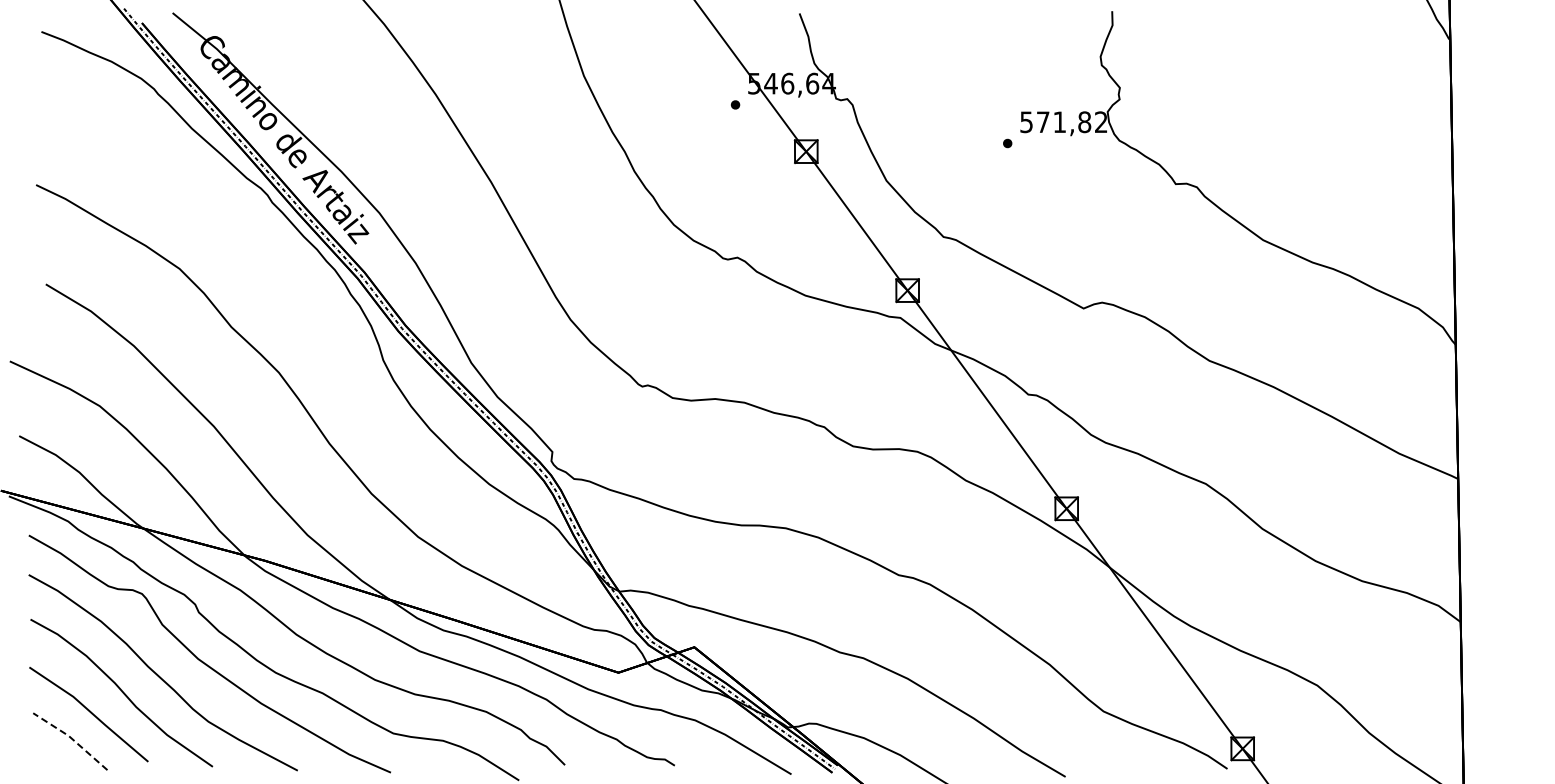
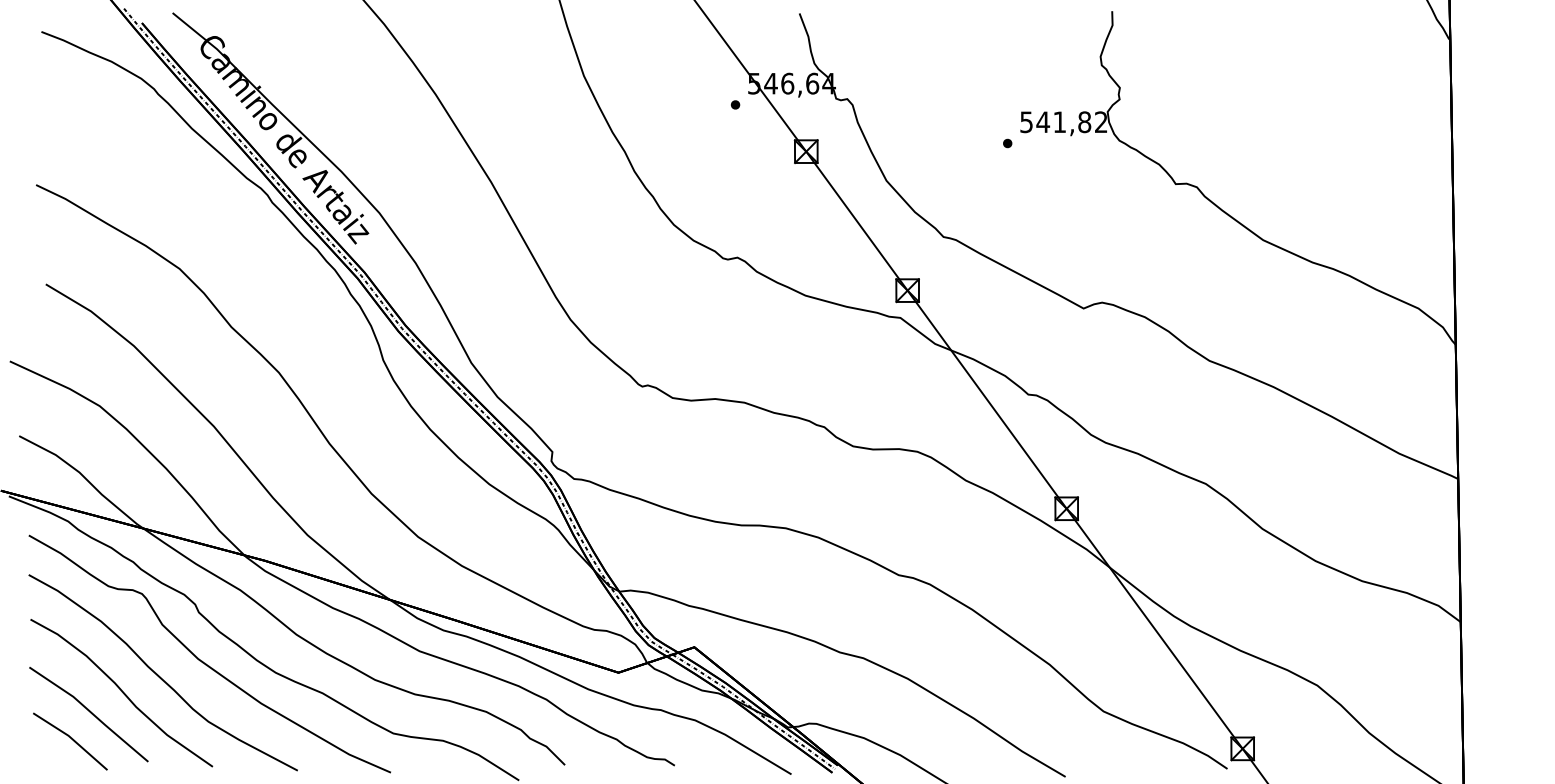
text at (1043, 121): 571,82 -> 541,82
line at (71, 738): dashed -> solid
